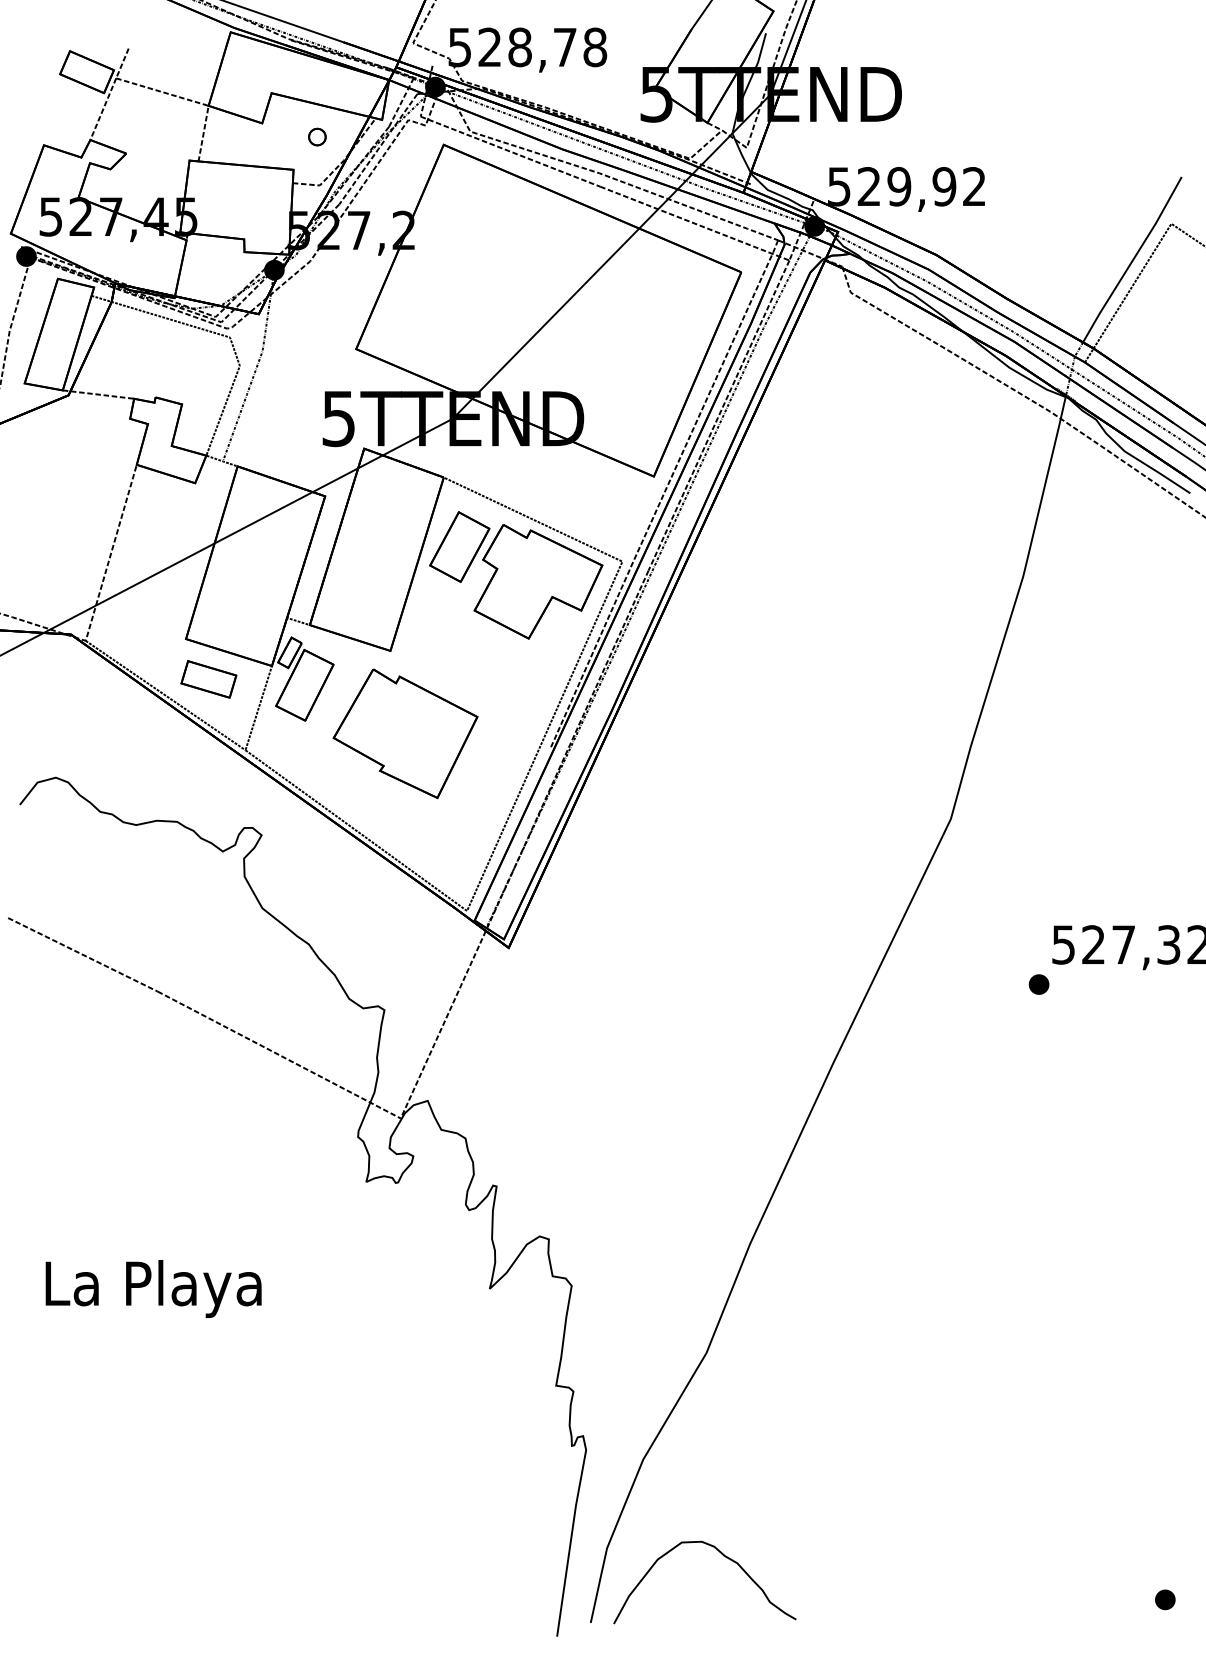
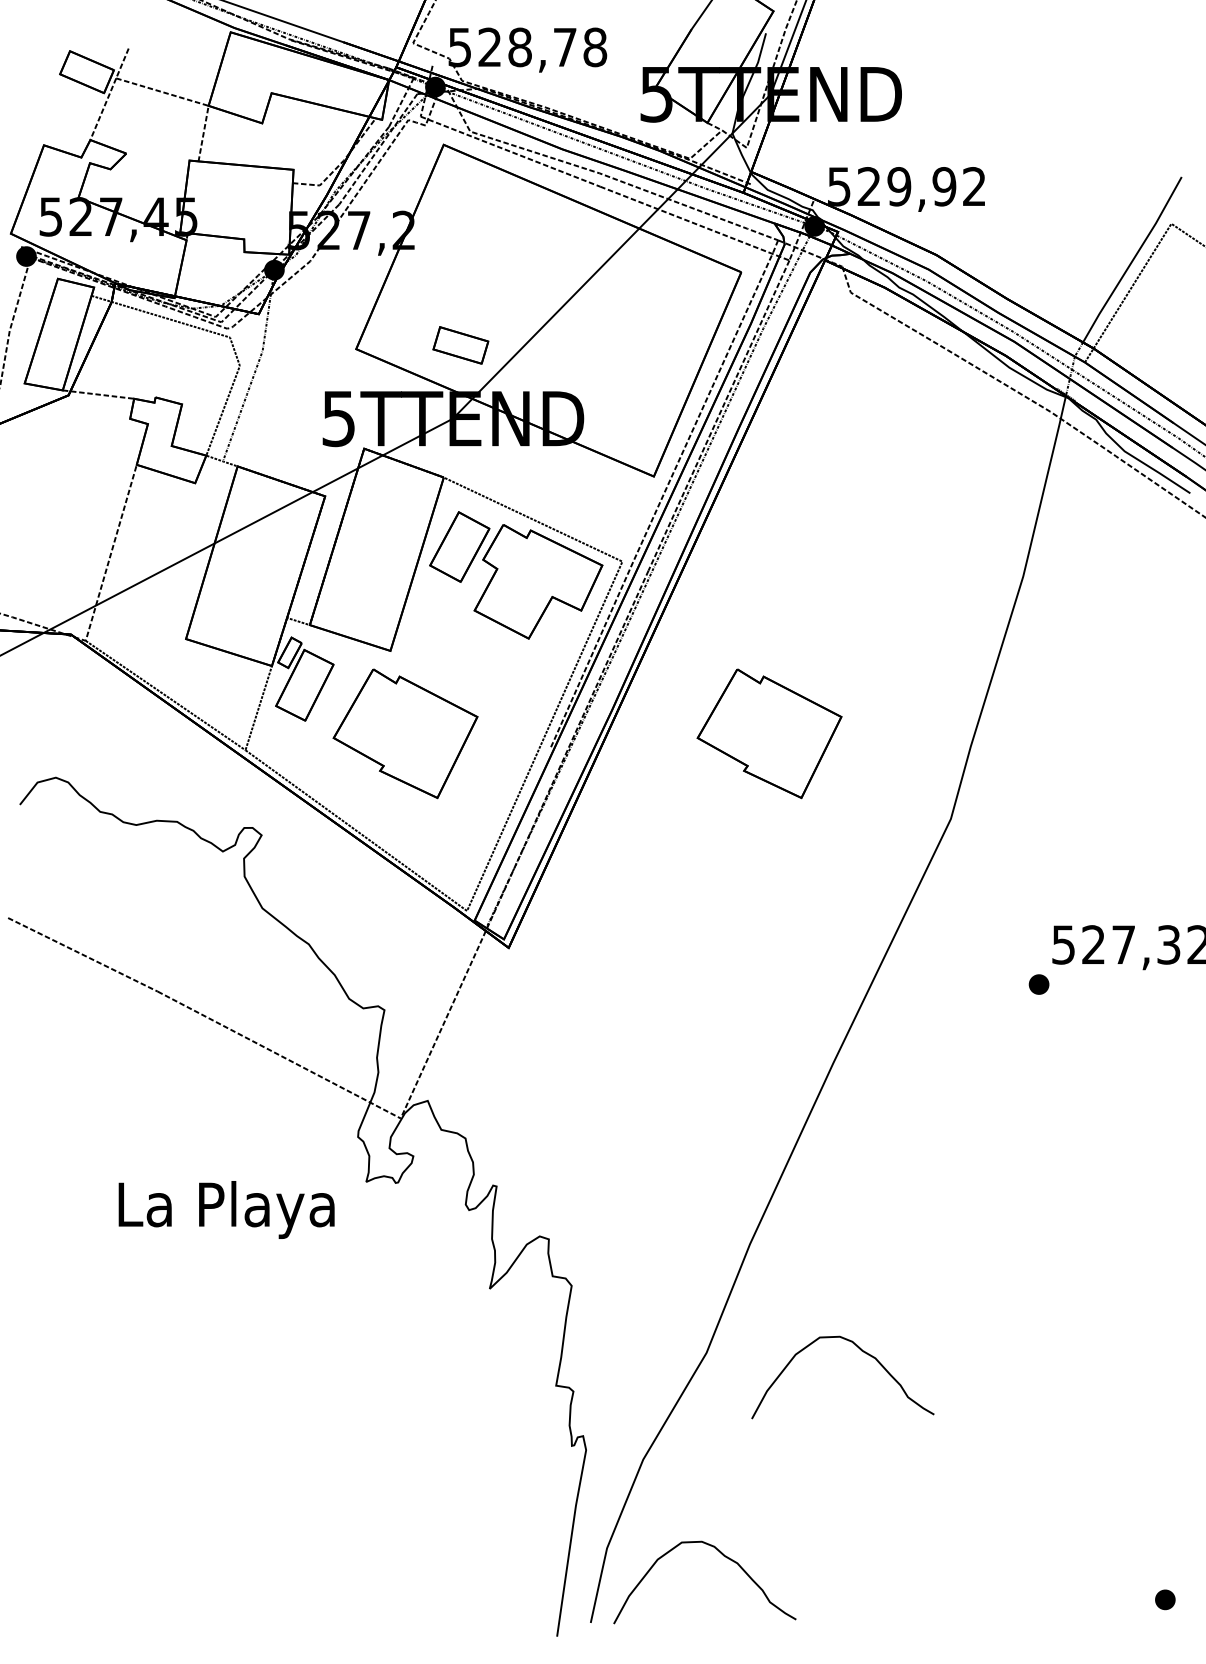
part at (317, 136): present -> none
part at (208, 679) position: (208, 679) -> (460, 345)
part at (769, 733): none -> present
text at (153, 1288) position: (153, 1288) -> (226, 1209)
curve at (861, 1351): none -> present
